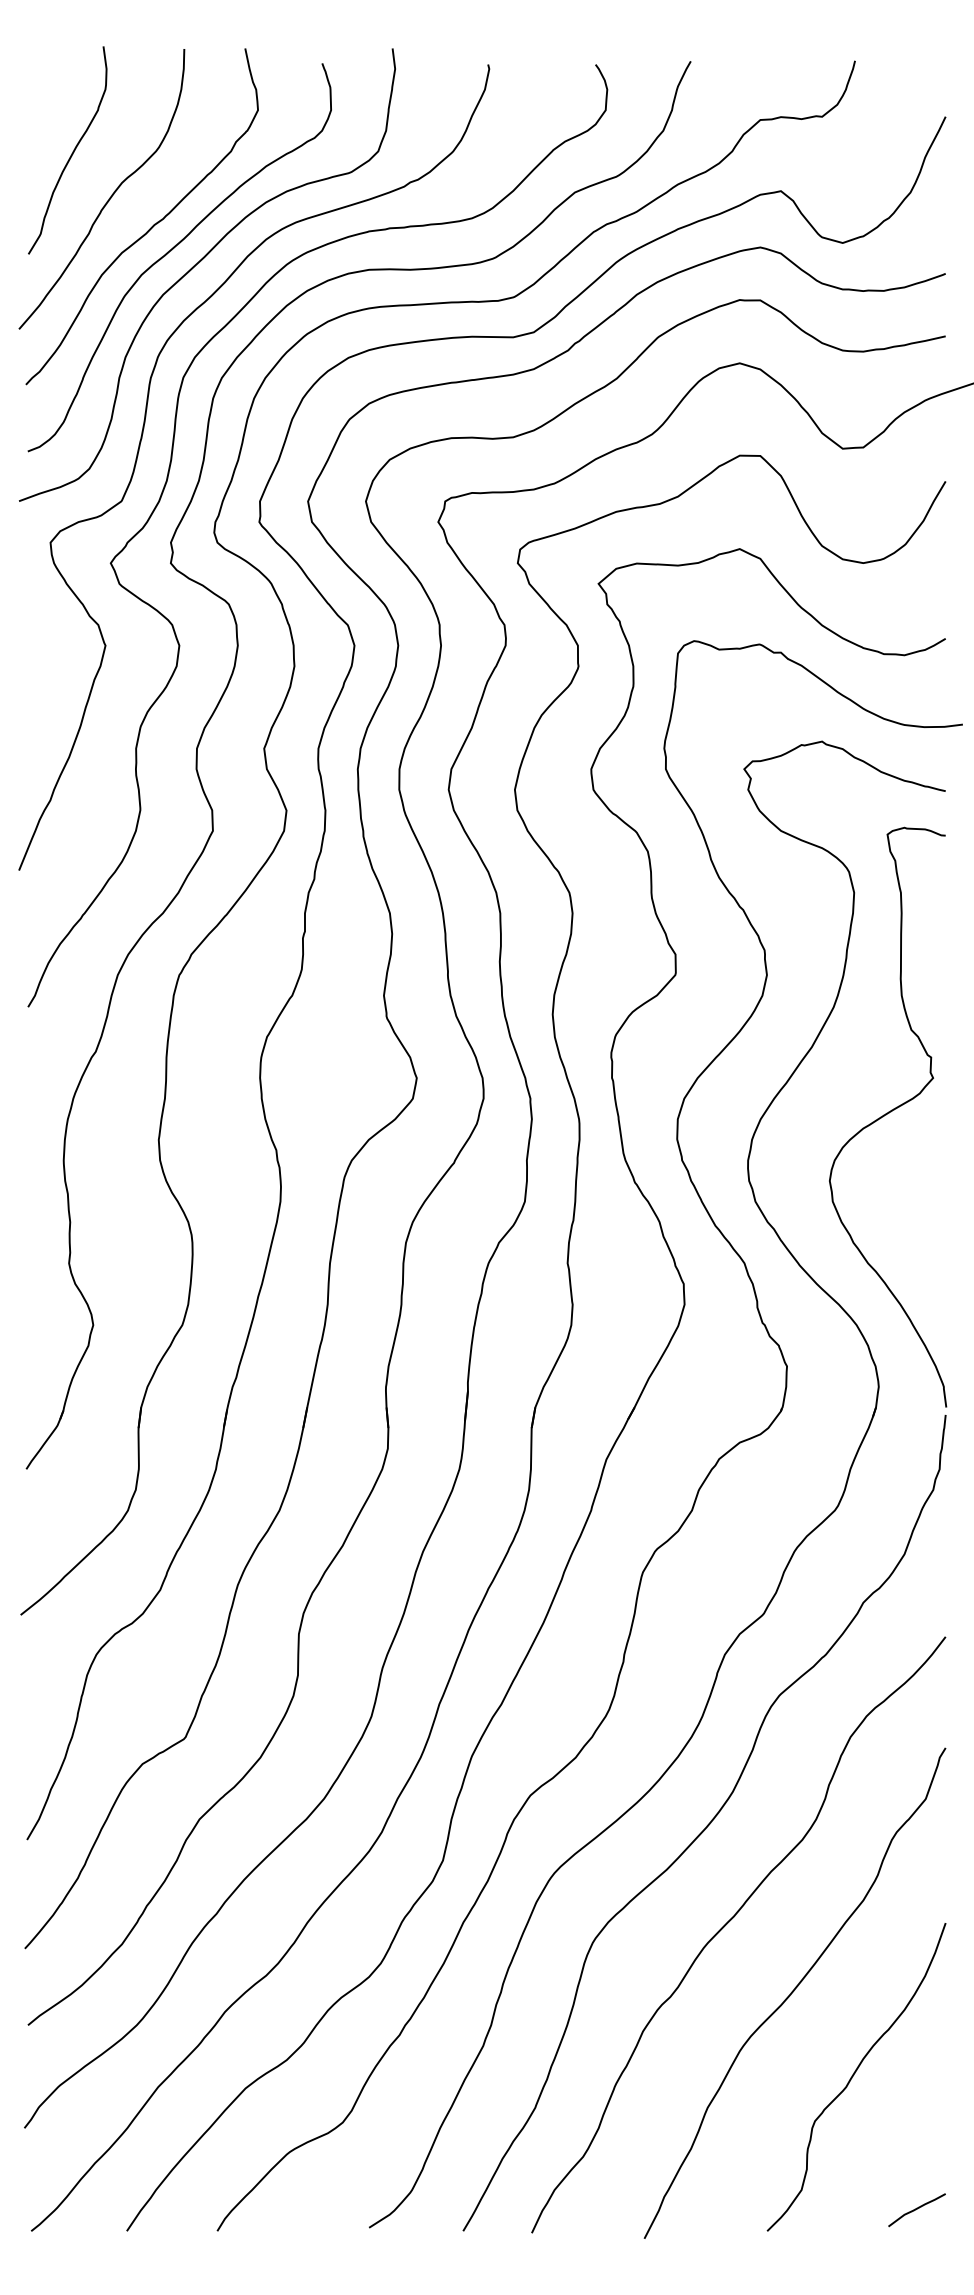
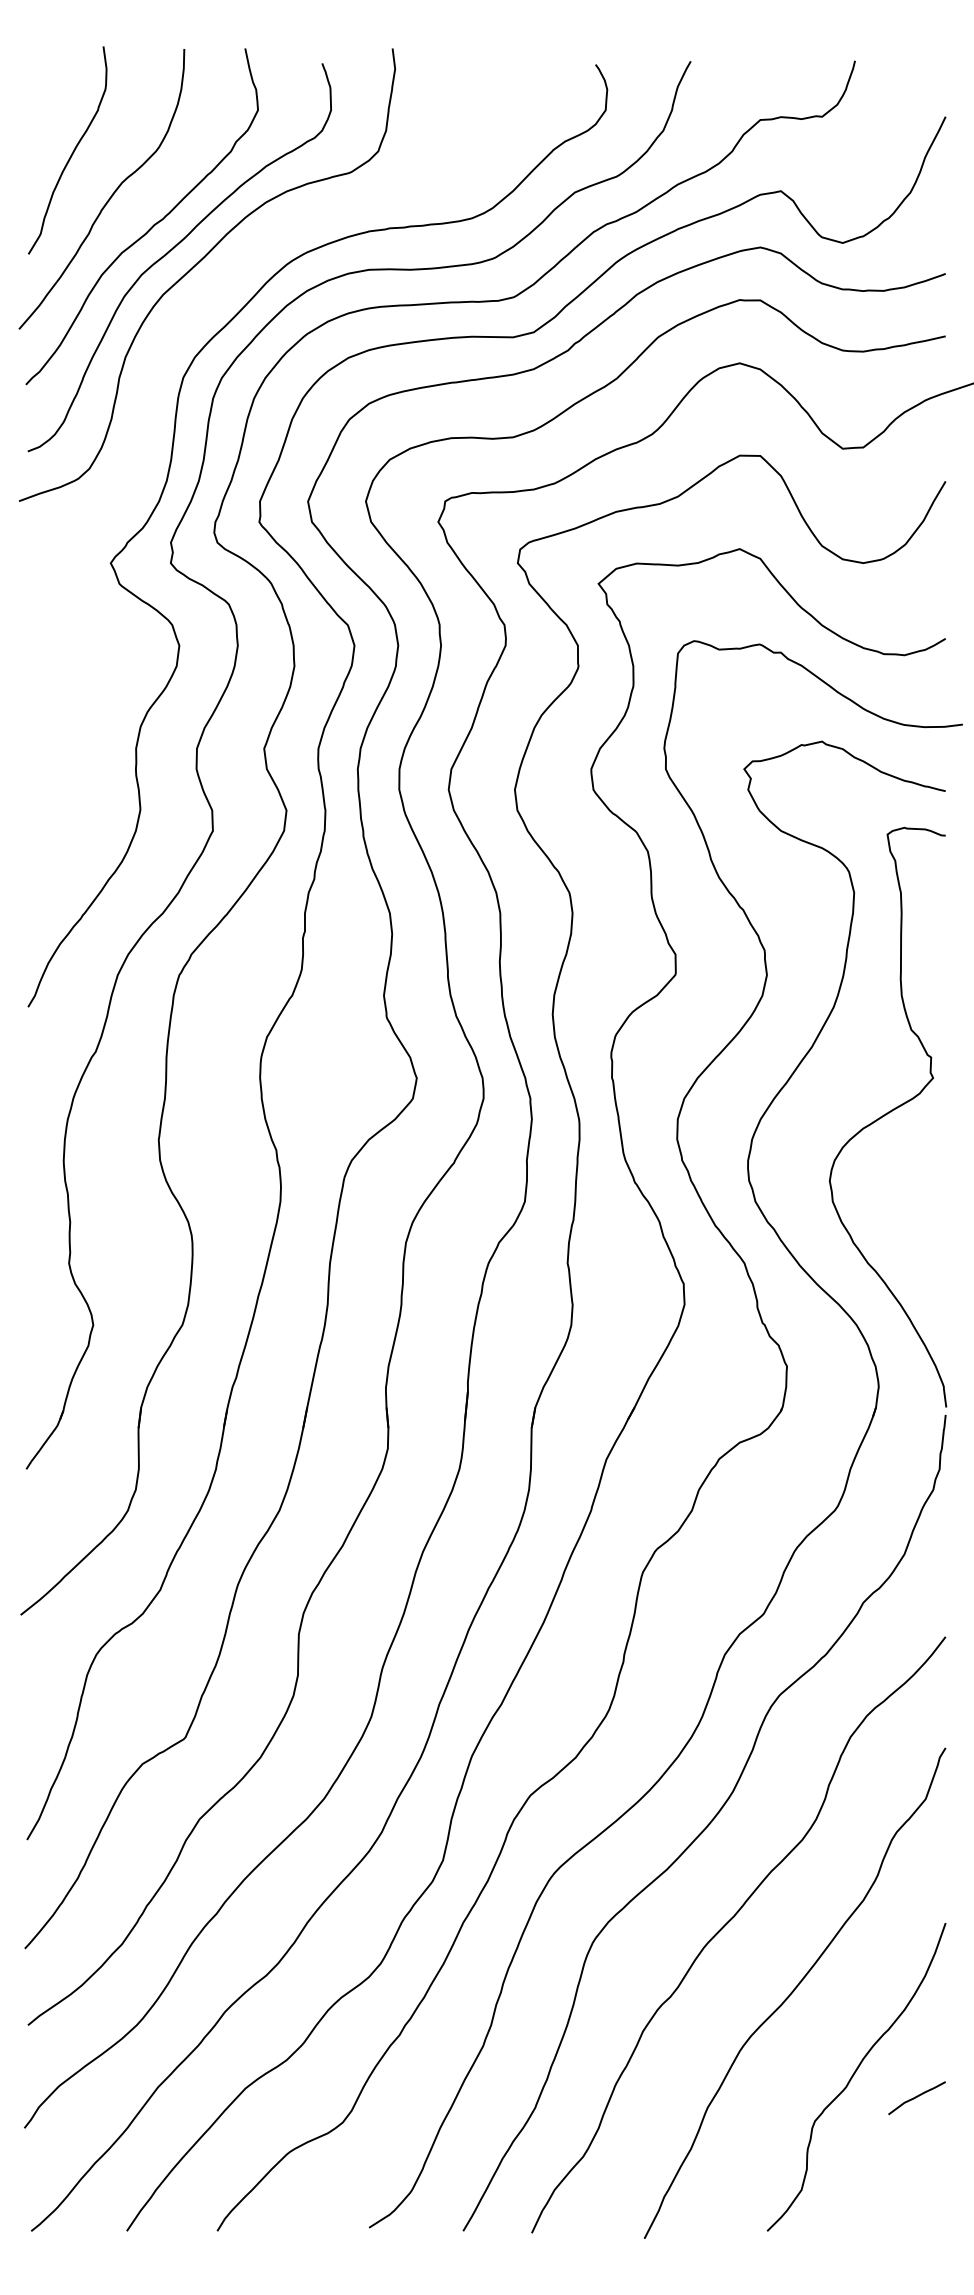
curve at (142, 438): present -> none
curve at (916, 2209) position: (916, 2209) -> (916, 2097)
